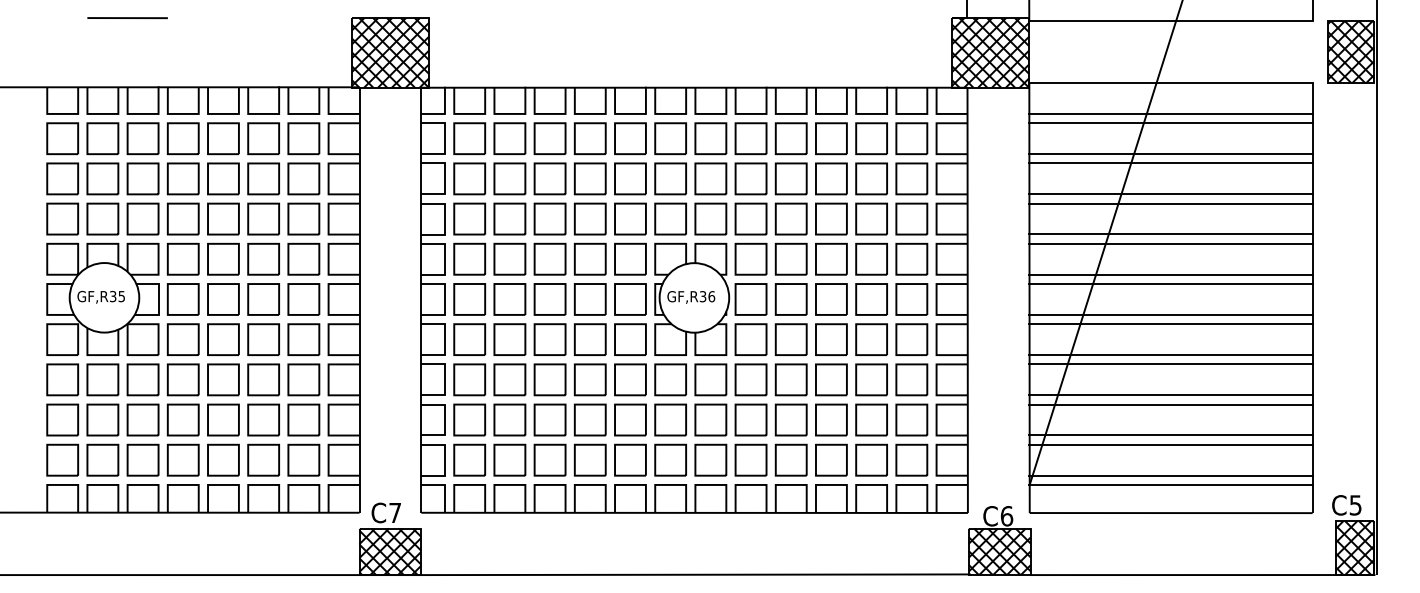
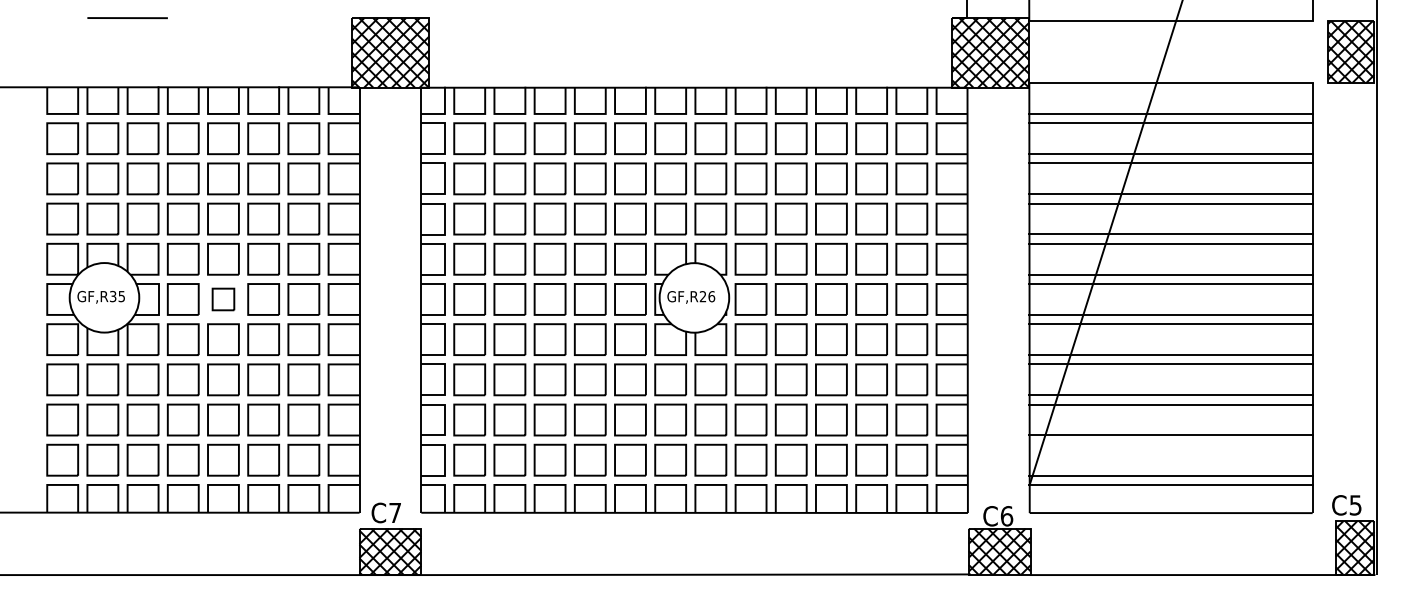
text at (702, 297): GF,R36 -> GF,R26
part at (223, 299) size: 33x33 px -> 25x25 px
line at (1171, 444): present -> none
